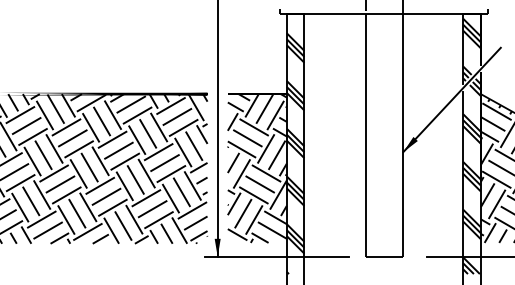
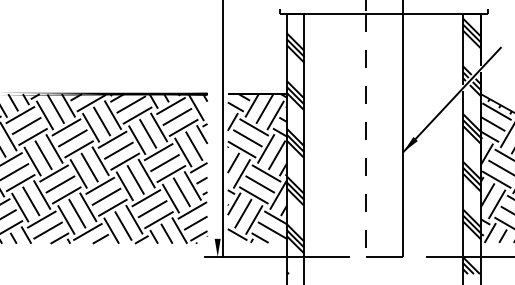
line at (217, 129) position: (217, 129) -> (222, 129)
line at (366, 136): solid -> dashed
